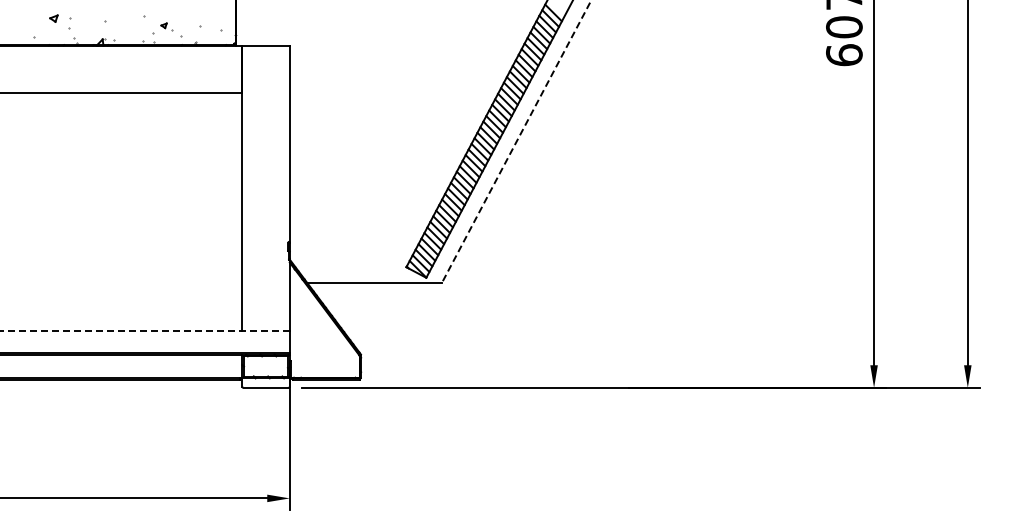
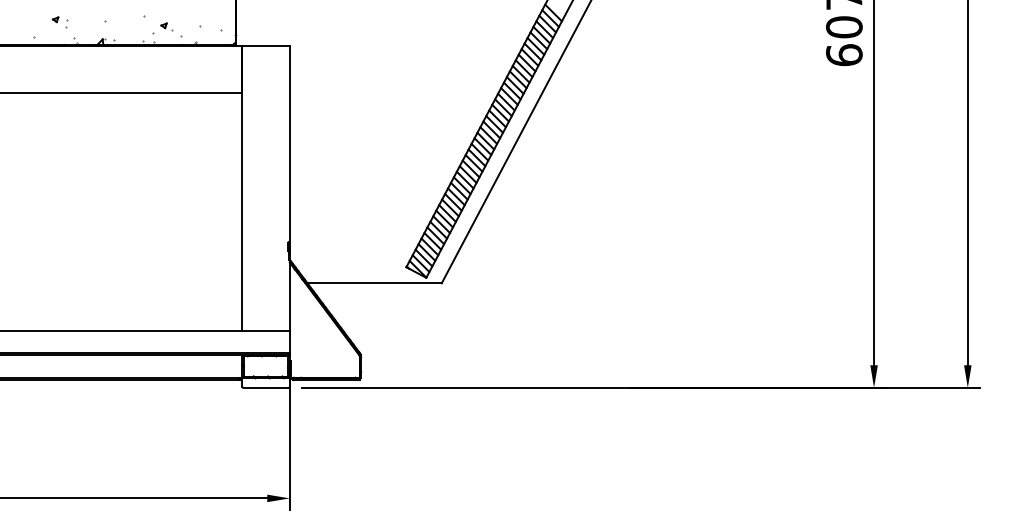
part at (60, 21) size: 23x16 px -> 18x13 px
line at (516, 142): dashed -> solid
line at (144, 330): dashed -> solid
